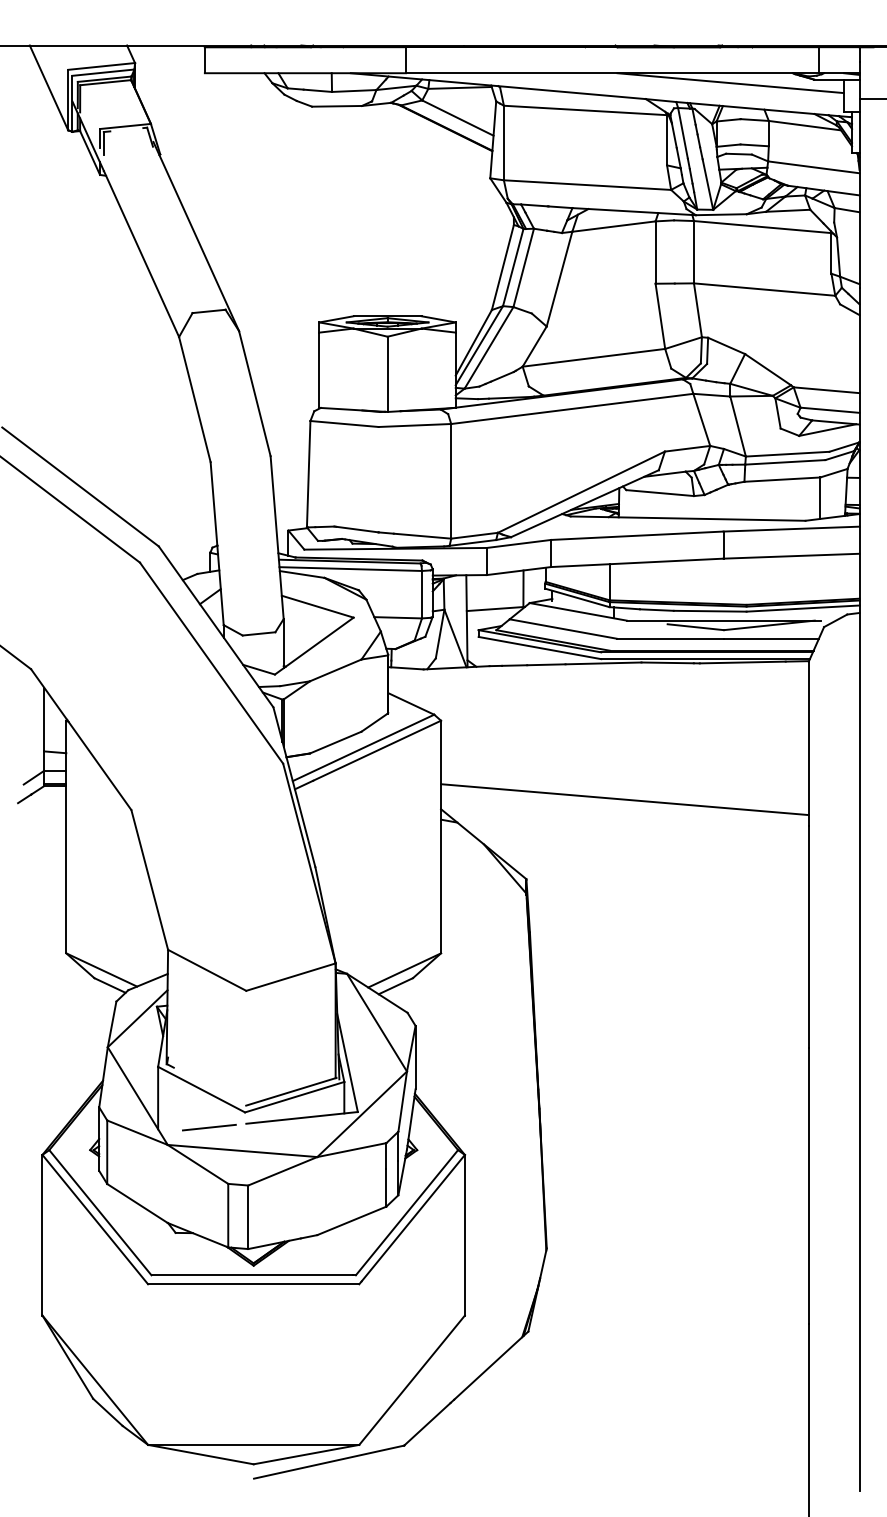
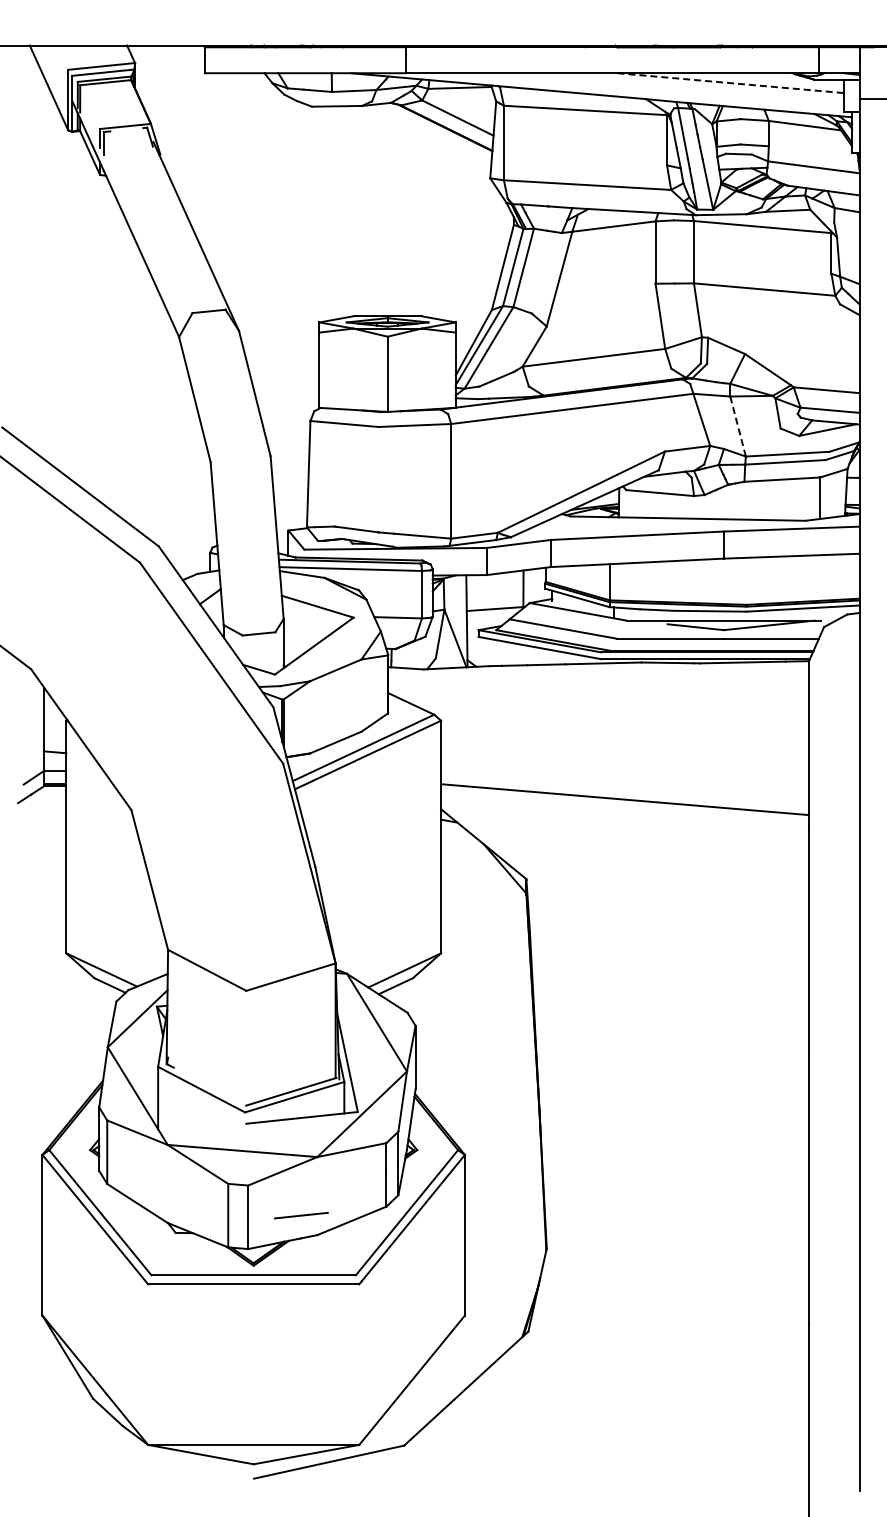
line at (730, 83): solid -> dashed
line at (737, 426): solid -> dashed
line at (209, 1127) position: (209, 1127) -> (301, 1215)
